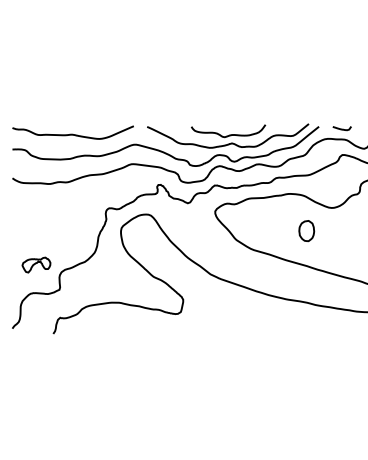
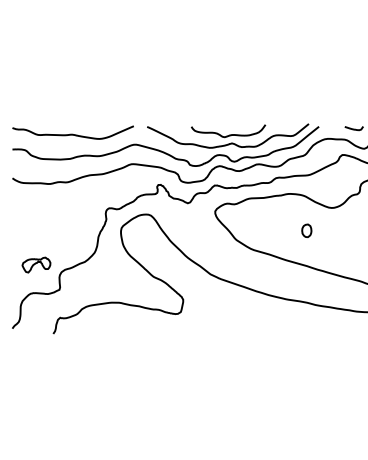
curve at (341, 128) position: (341, 128) -> (353, 128)
part at (306, 231) size: 18x23 px -> 12x15 px
